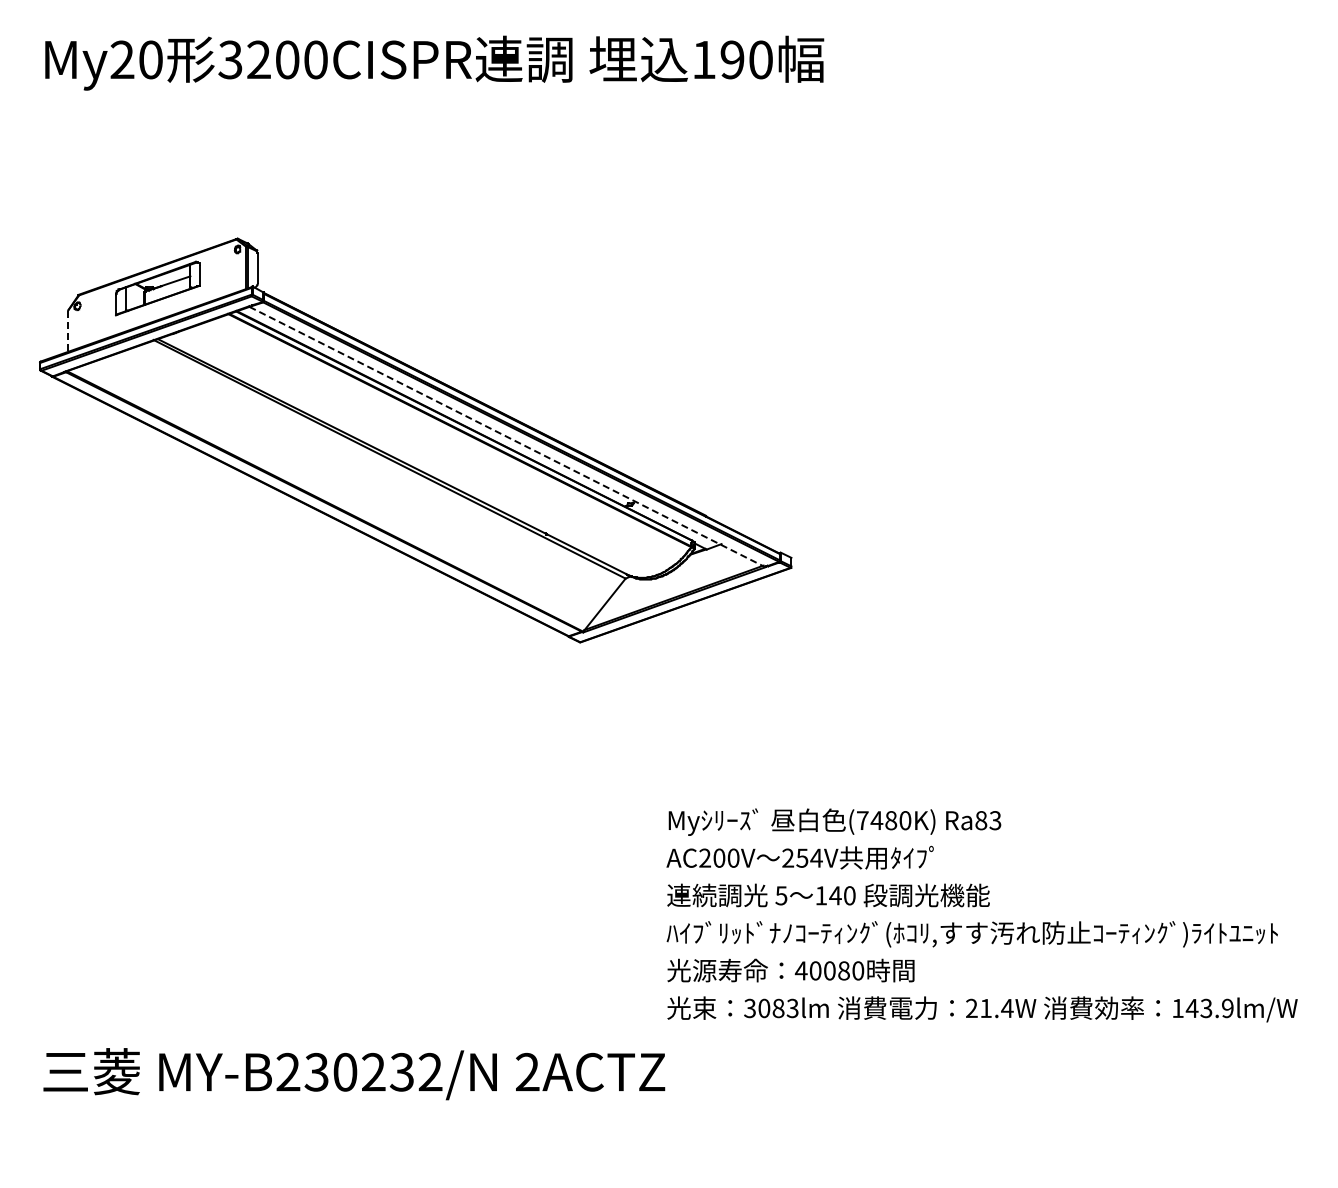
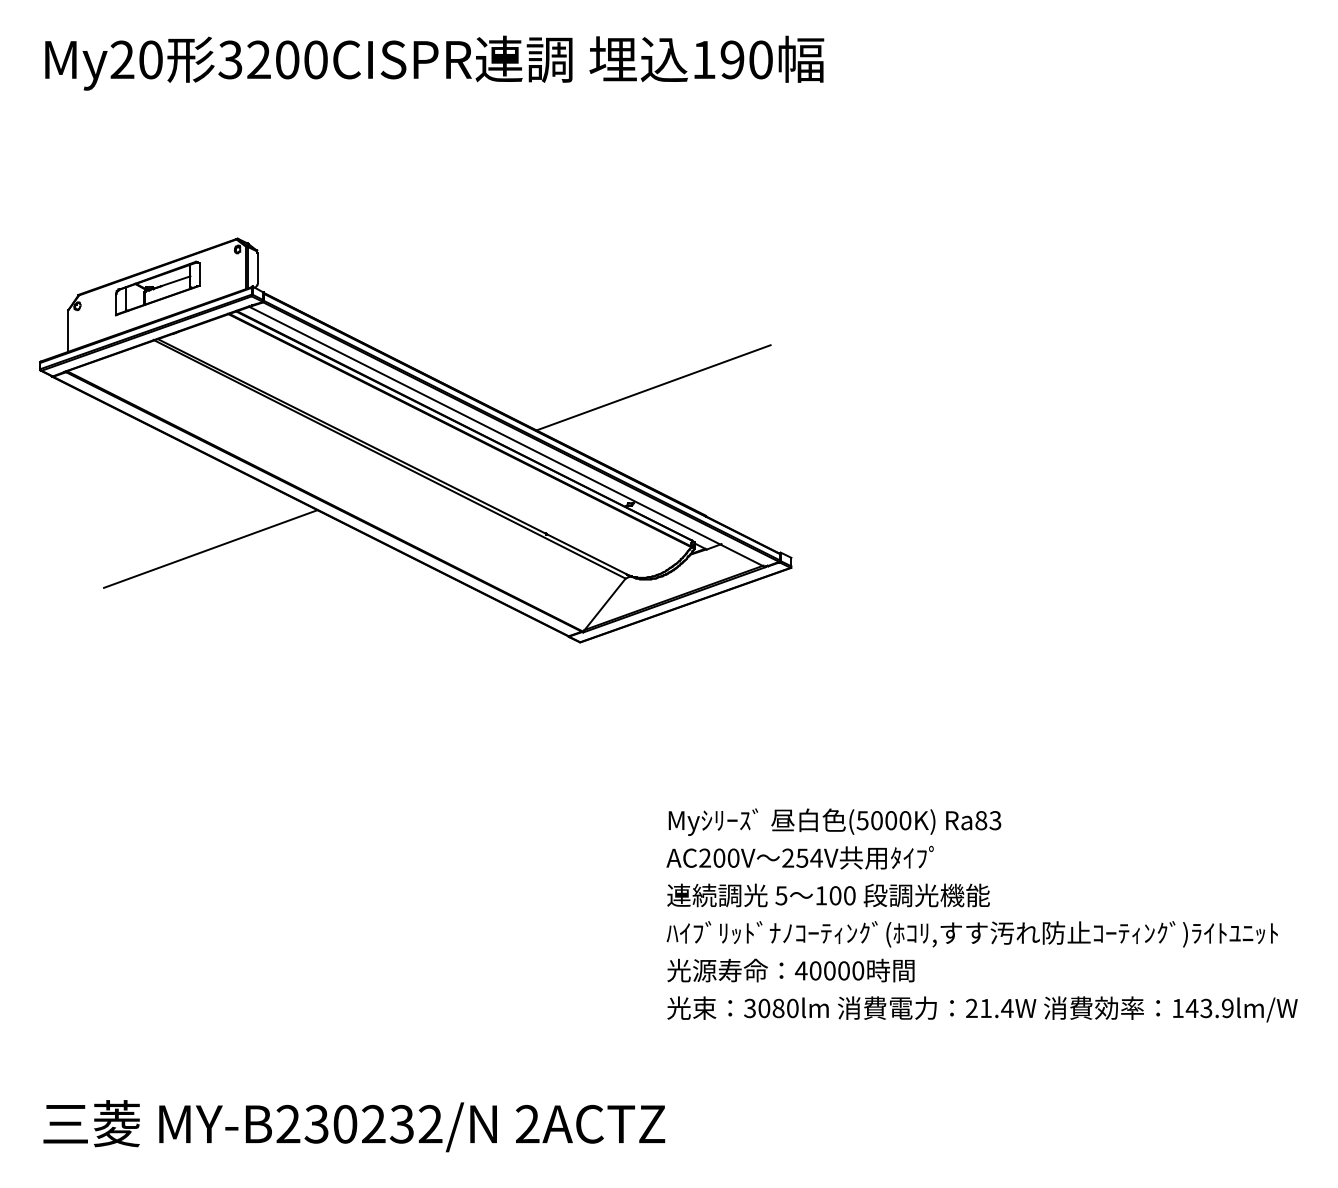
line at (68, 330): dashed -> solid
line at (653, 387): none -> present
line at (507, 437): dashed -> solid
line at (210, 548): none -> present
text at (876, 820): (7480K) -> (5000K)
text at (835, 895): 140 -> 100
text at (843, 970): 40080 -> 40000
text at (792, 1008): 3083lm -> 3080lm
text at (354, 1074) position: (354, 1074) -> (354, 1126)
